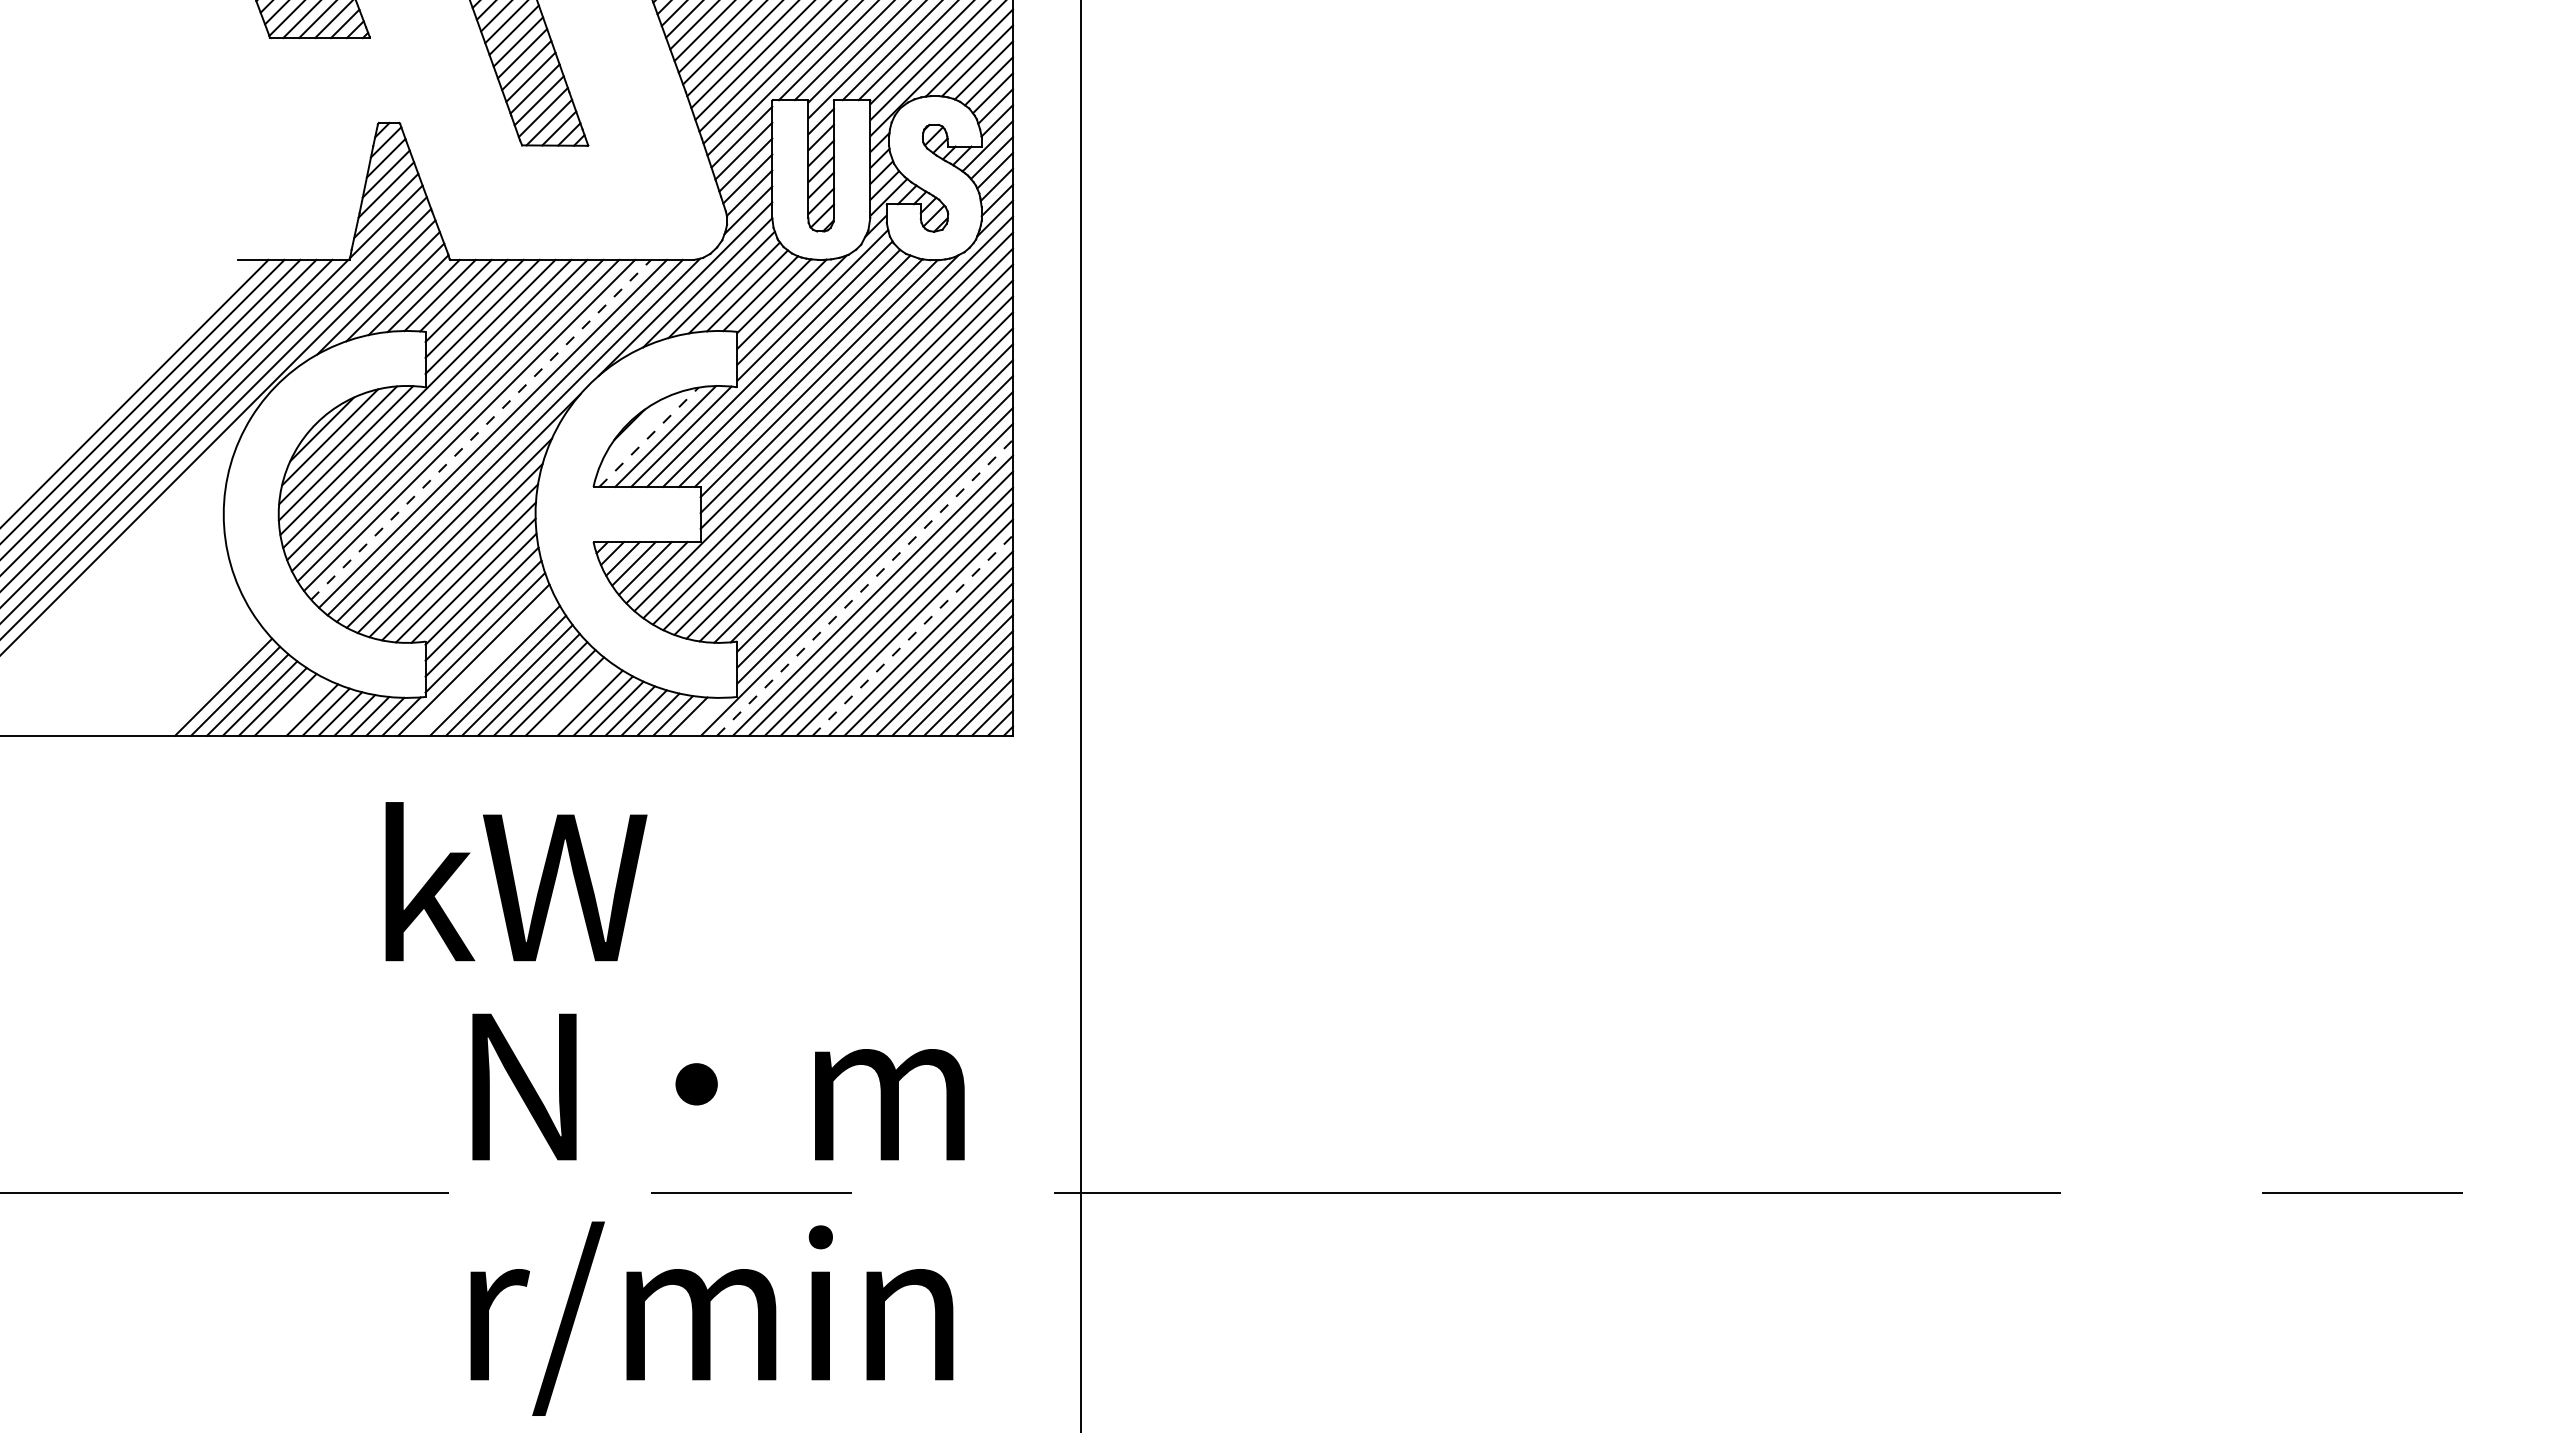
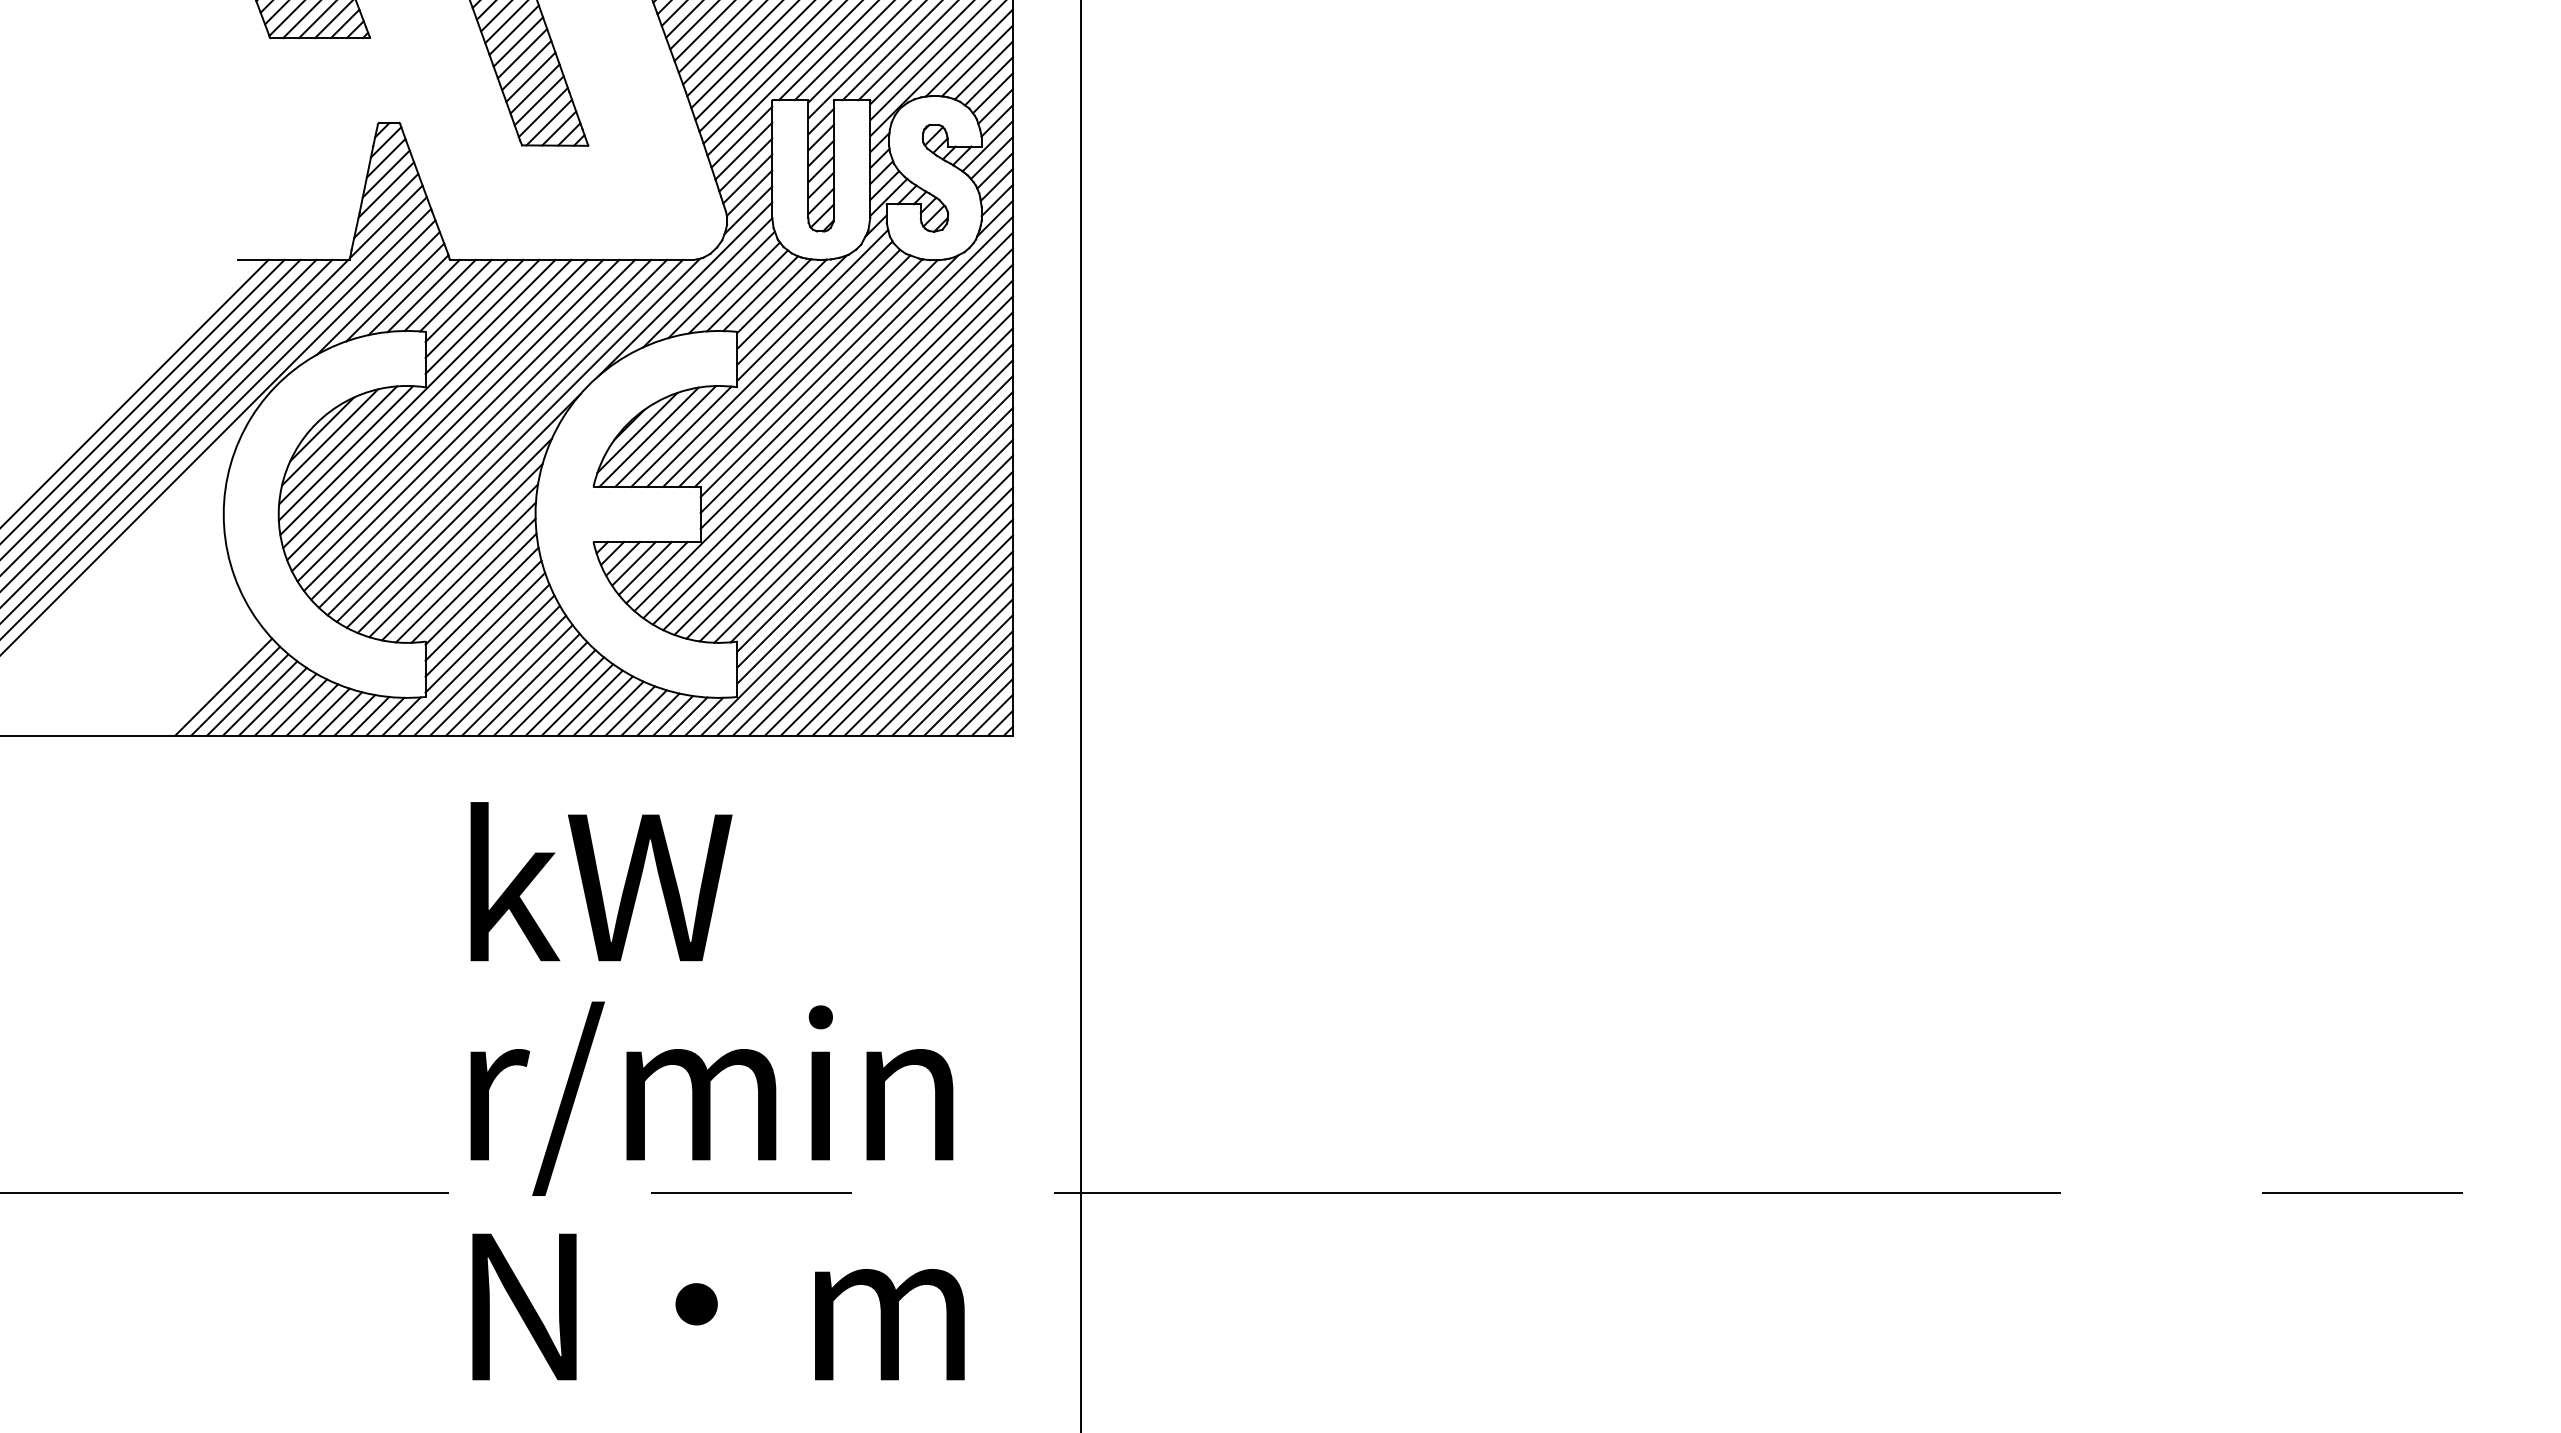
line at (481, 429): dashed -> solid
line at (637, 432): none -> present
line at (649, 436): dashed -> solid
line at (865, 587): dashed -> solid
line at (912, 635): dashed -> solid
line at (484, 665): none -> present
line at (577, 699): none -> present
line at (298, 707): none -> present
line at (704, 716): none -> present
text at (516, 881) position: (516, 881) -> (601, 881)
text at (717, 1098): N・m -> r/min
text at (717, 1318): r/min -> N・m
